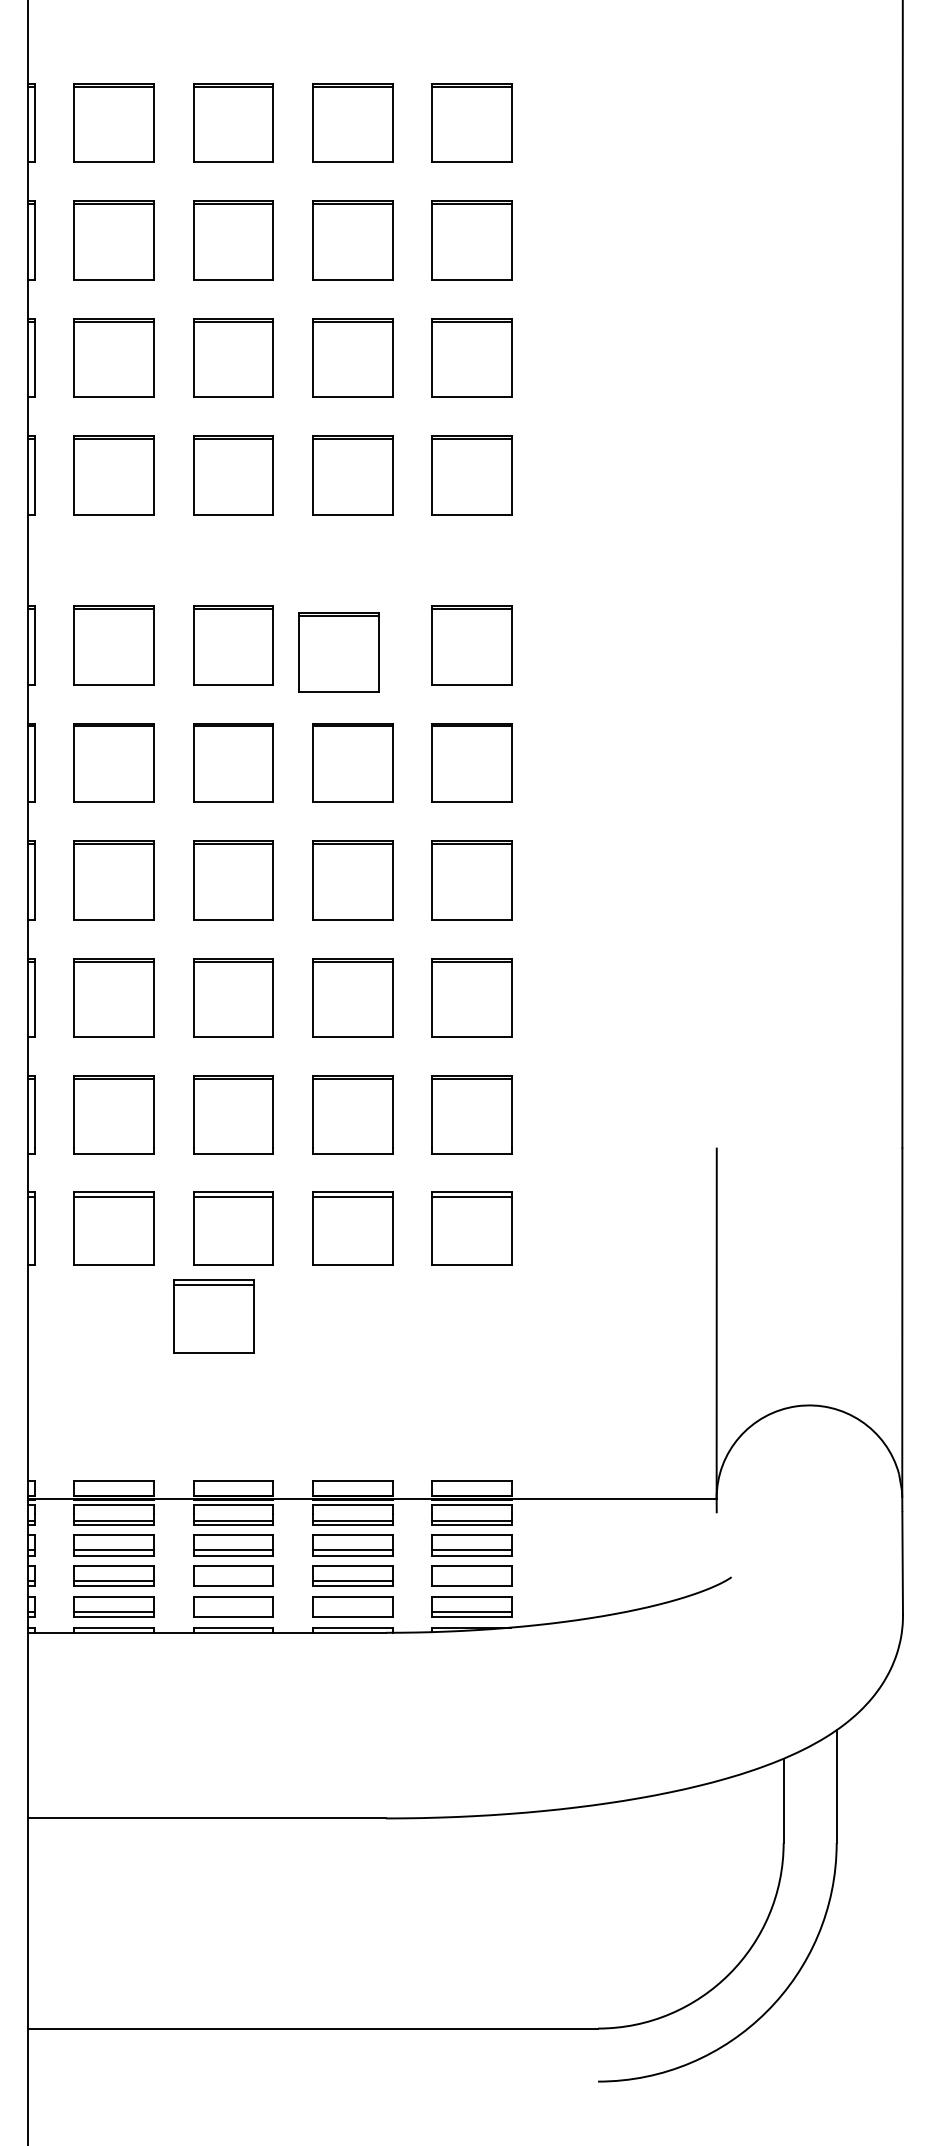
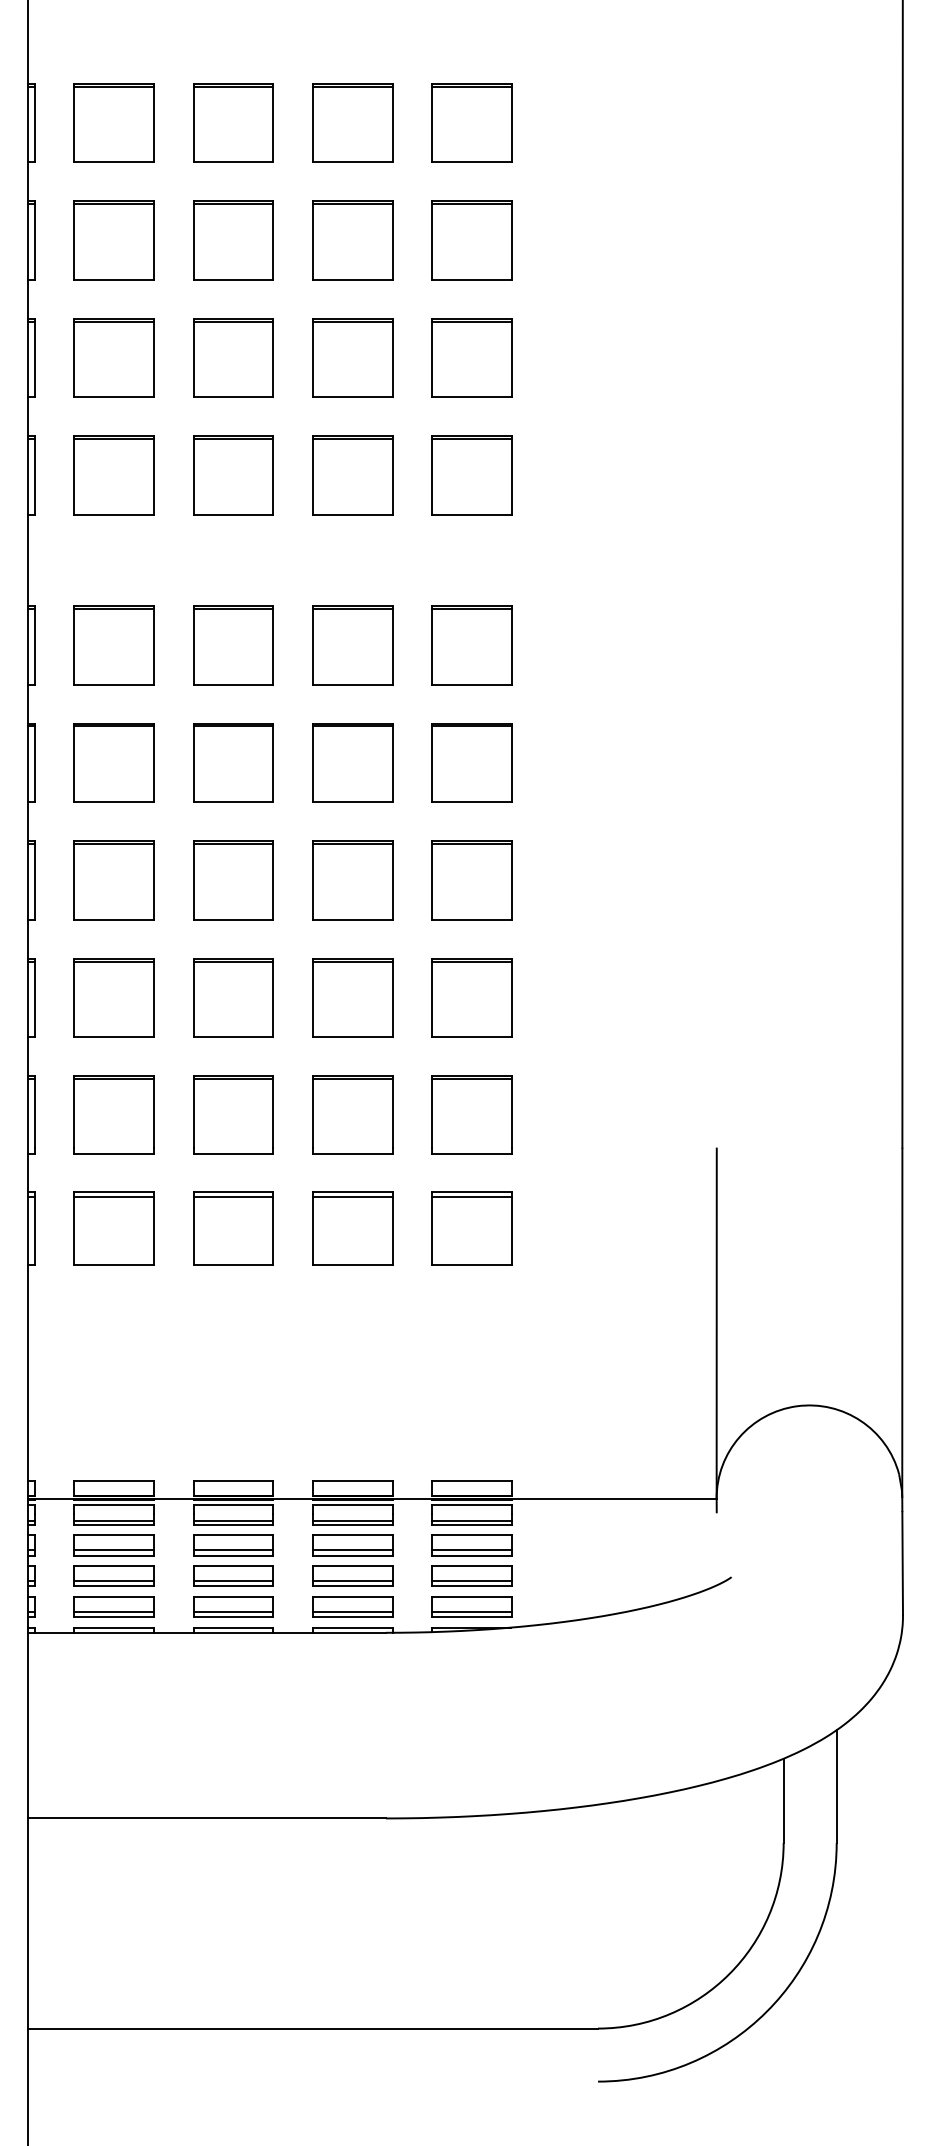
part at (338, 652) position: (338, 652) -> (352, 645)
part at (213, 1316): present -> none
line at (233, 1581): none -> present
line at (471, 1581): none -> present
line at (233, 1612): none -> present
line at (352, 1612): none -> present
